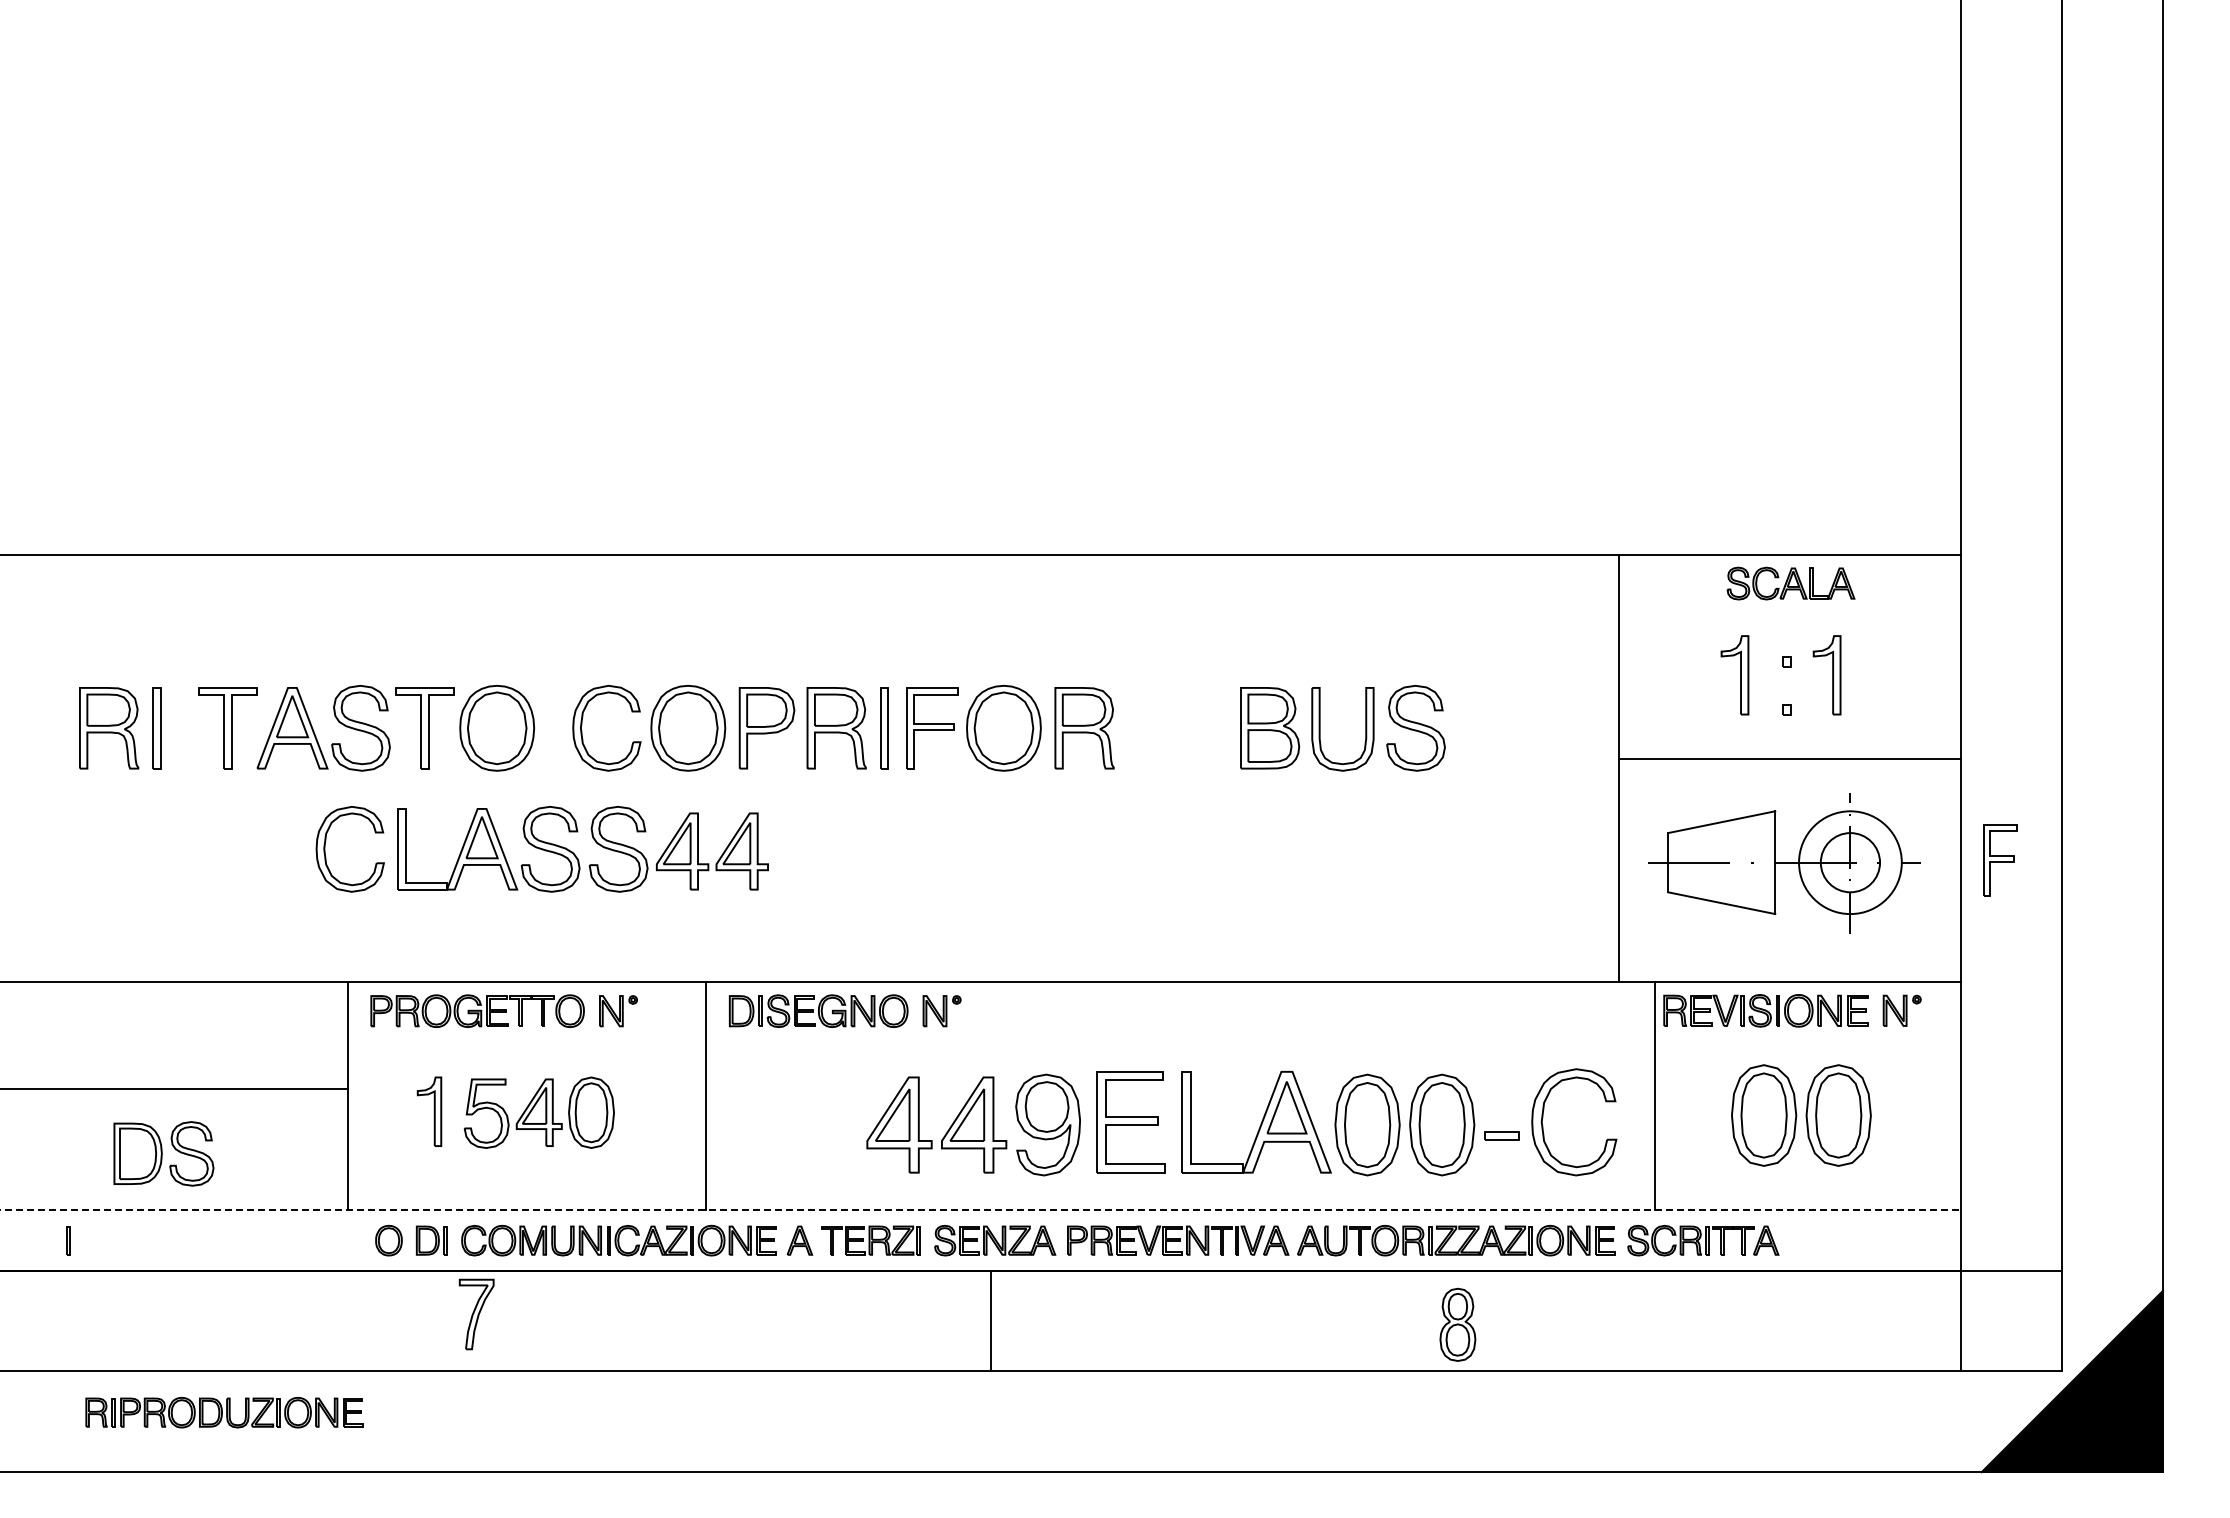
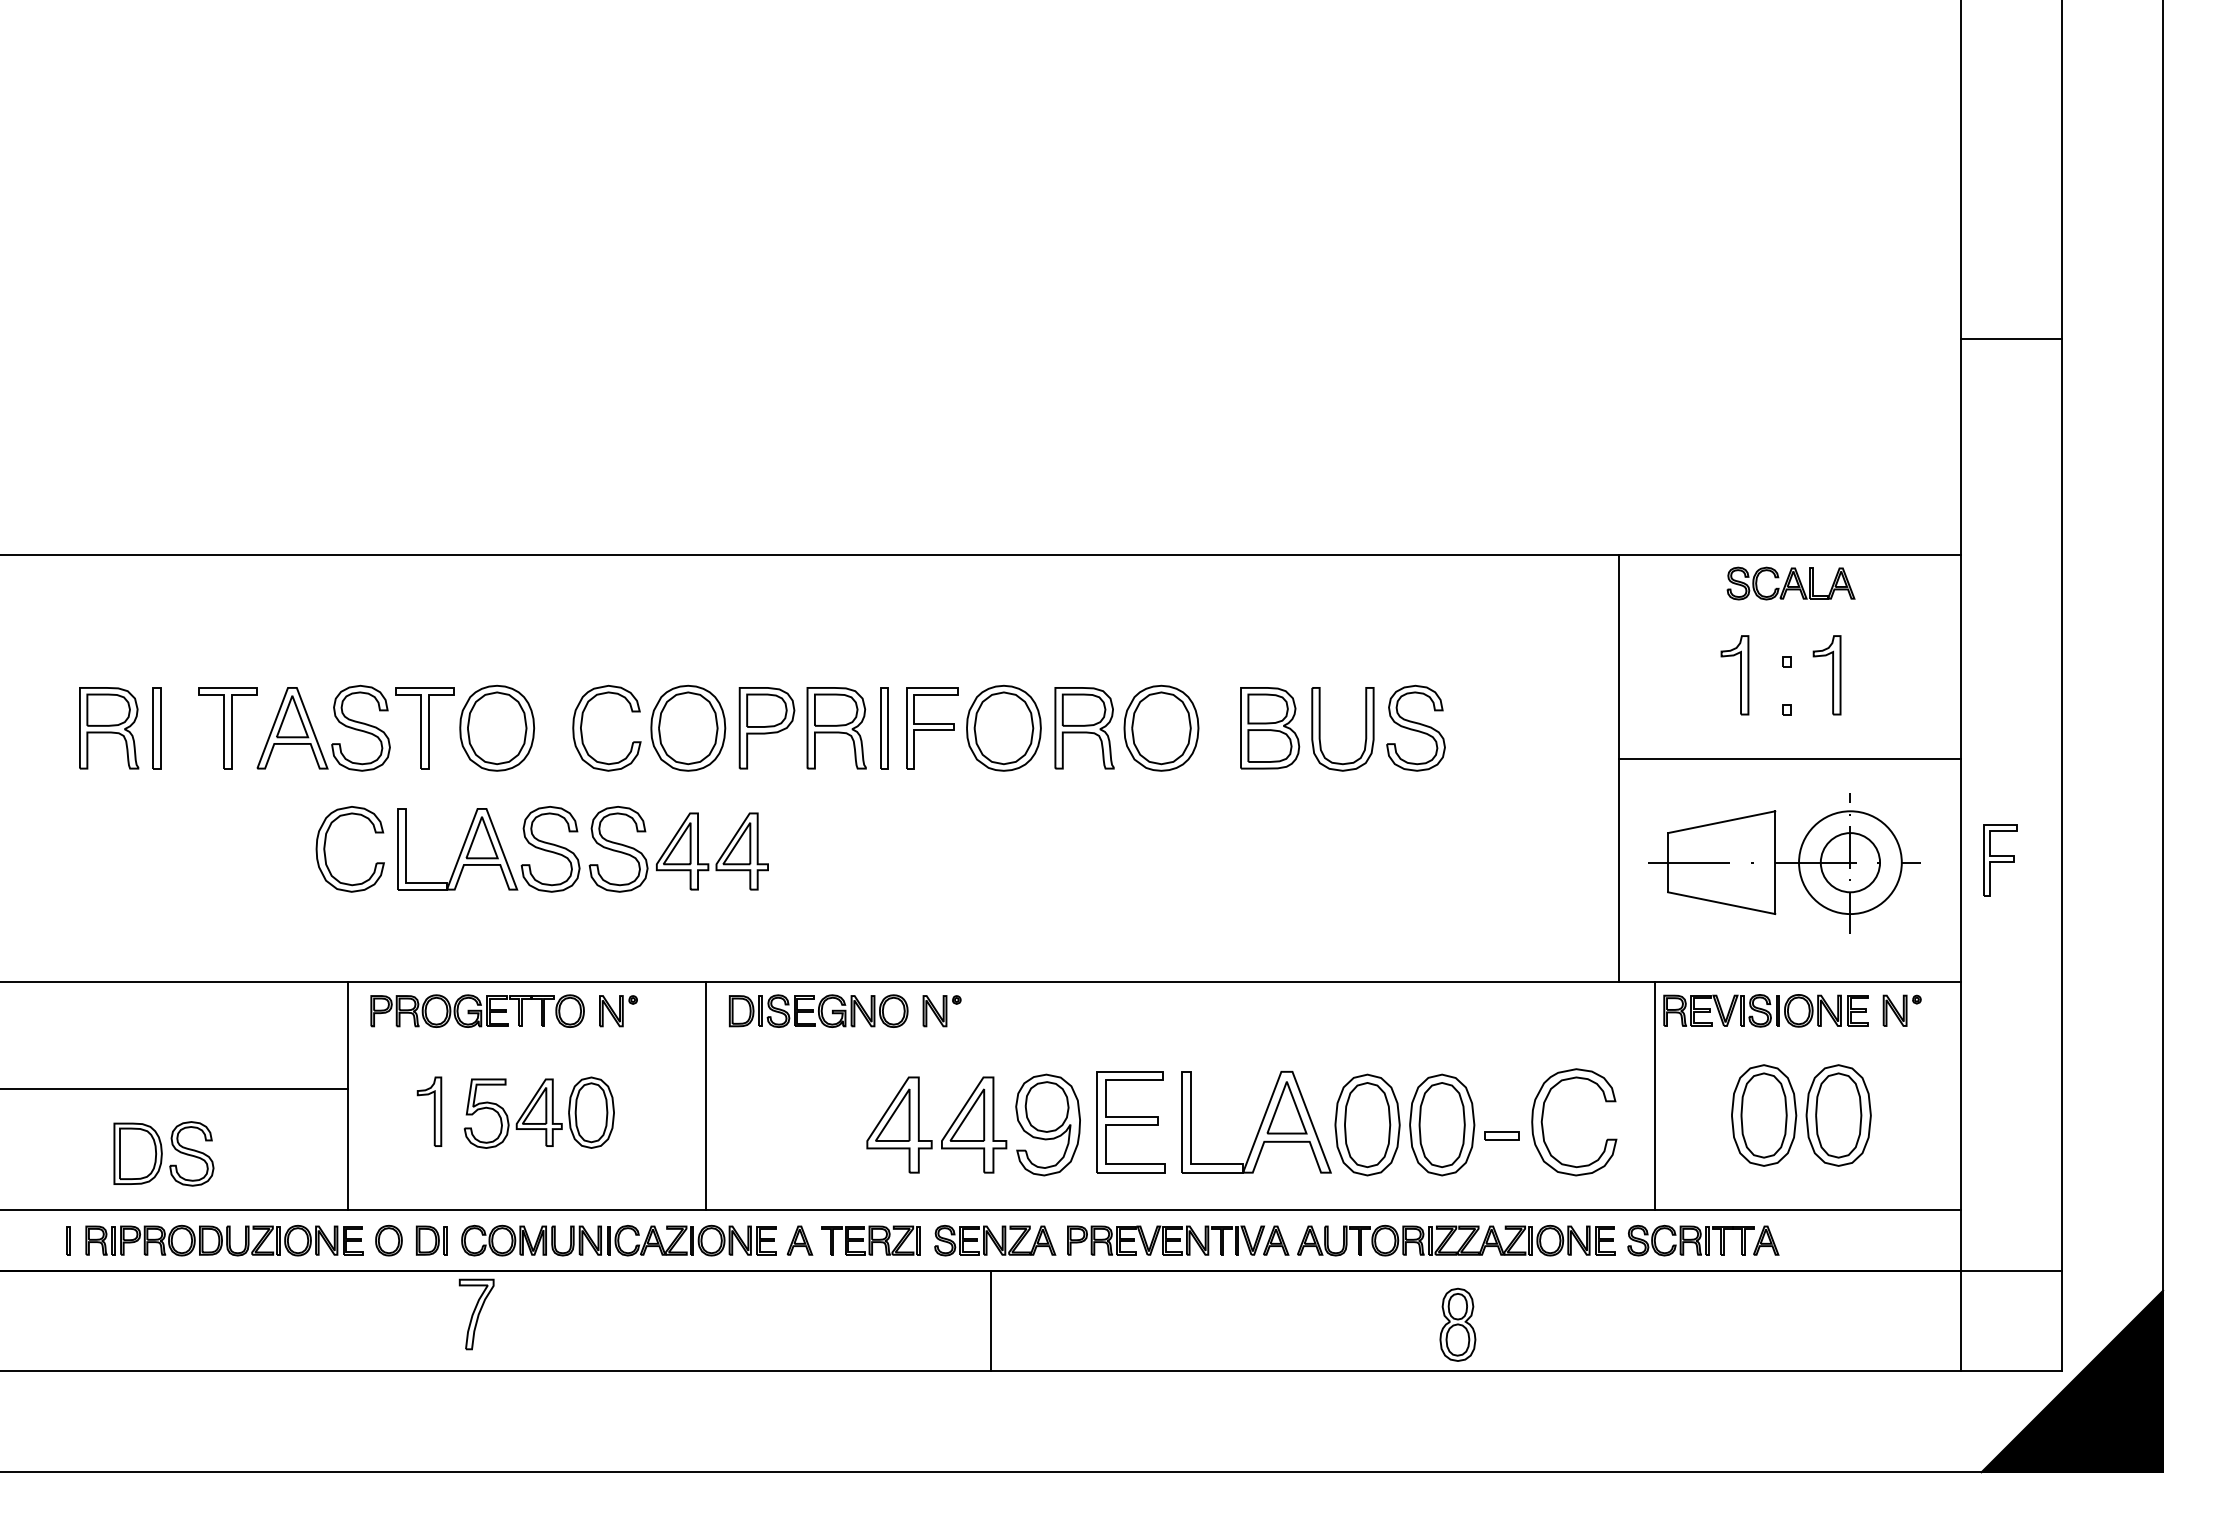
line at (2011, 339): none -> present
part at (1161, 727): none -> present
line at (981, 1210): dashed -> solid
part at (224, 1412) position: (224, 1412) -> (224, 1240)
